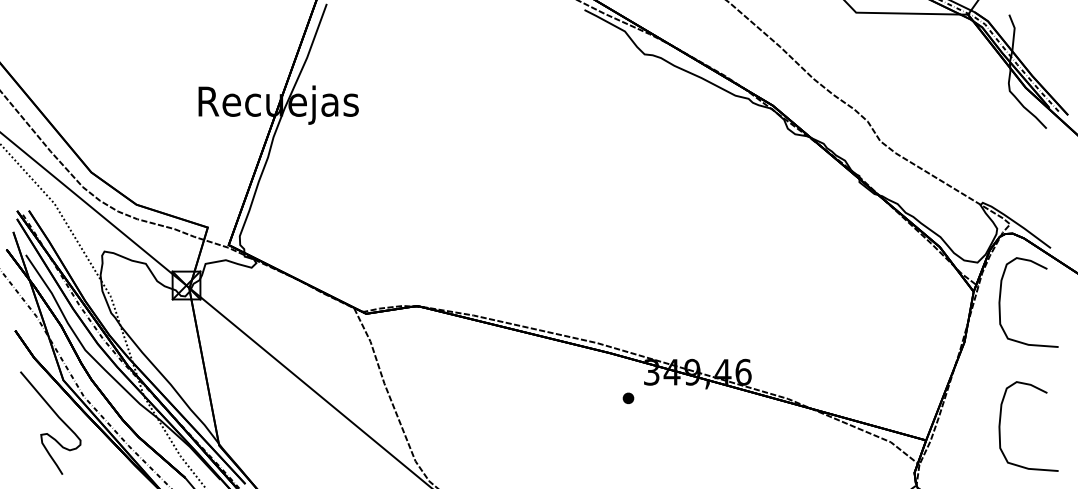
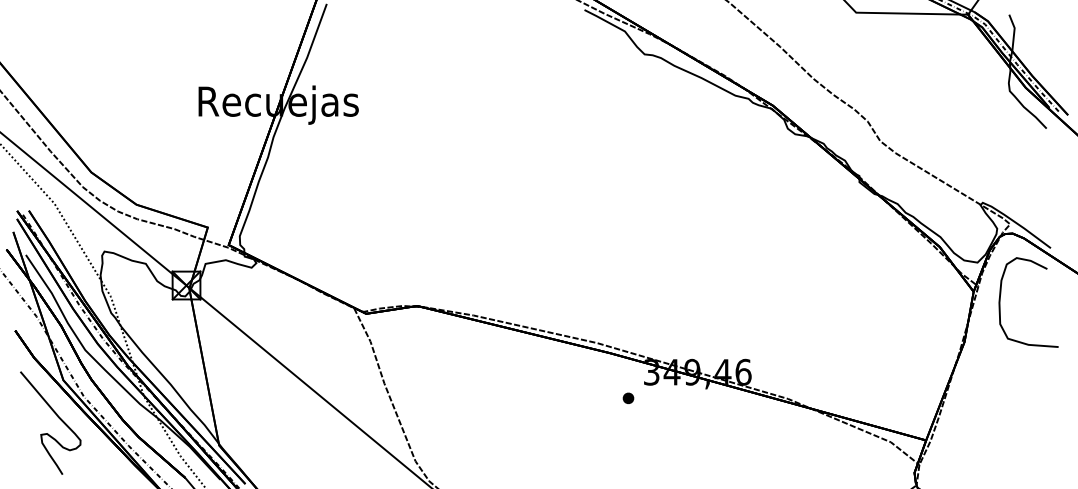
curve at (1000, 426): present -> none
